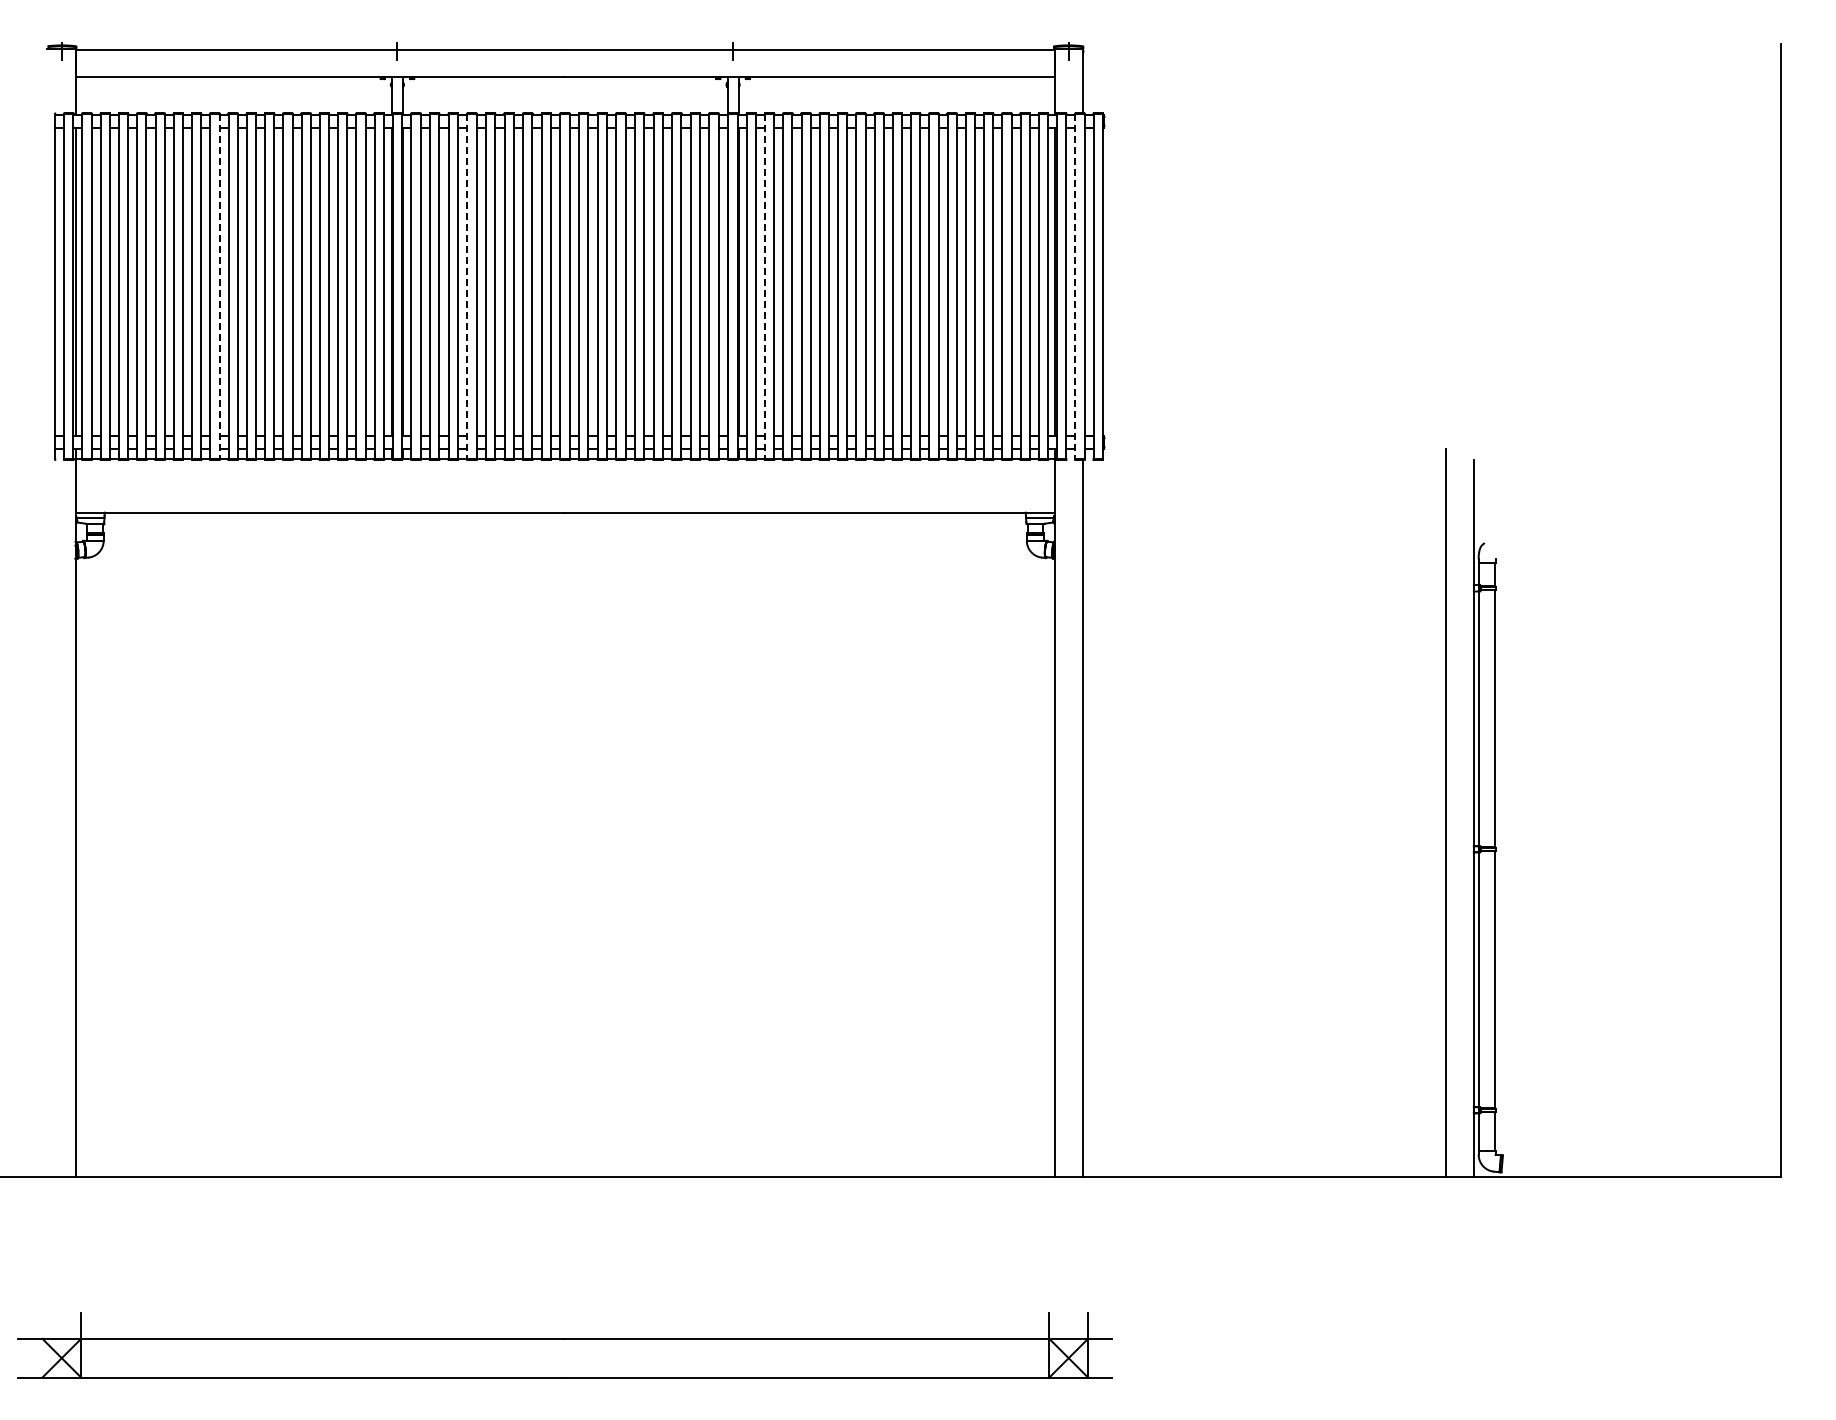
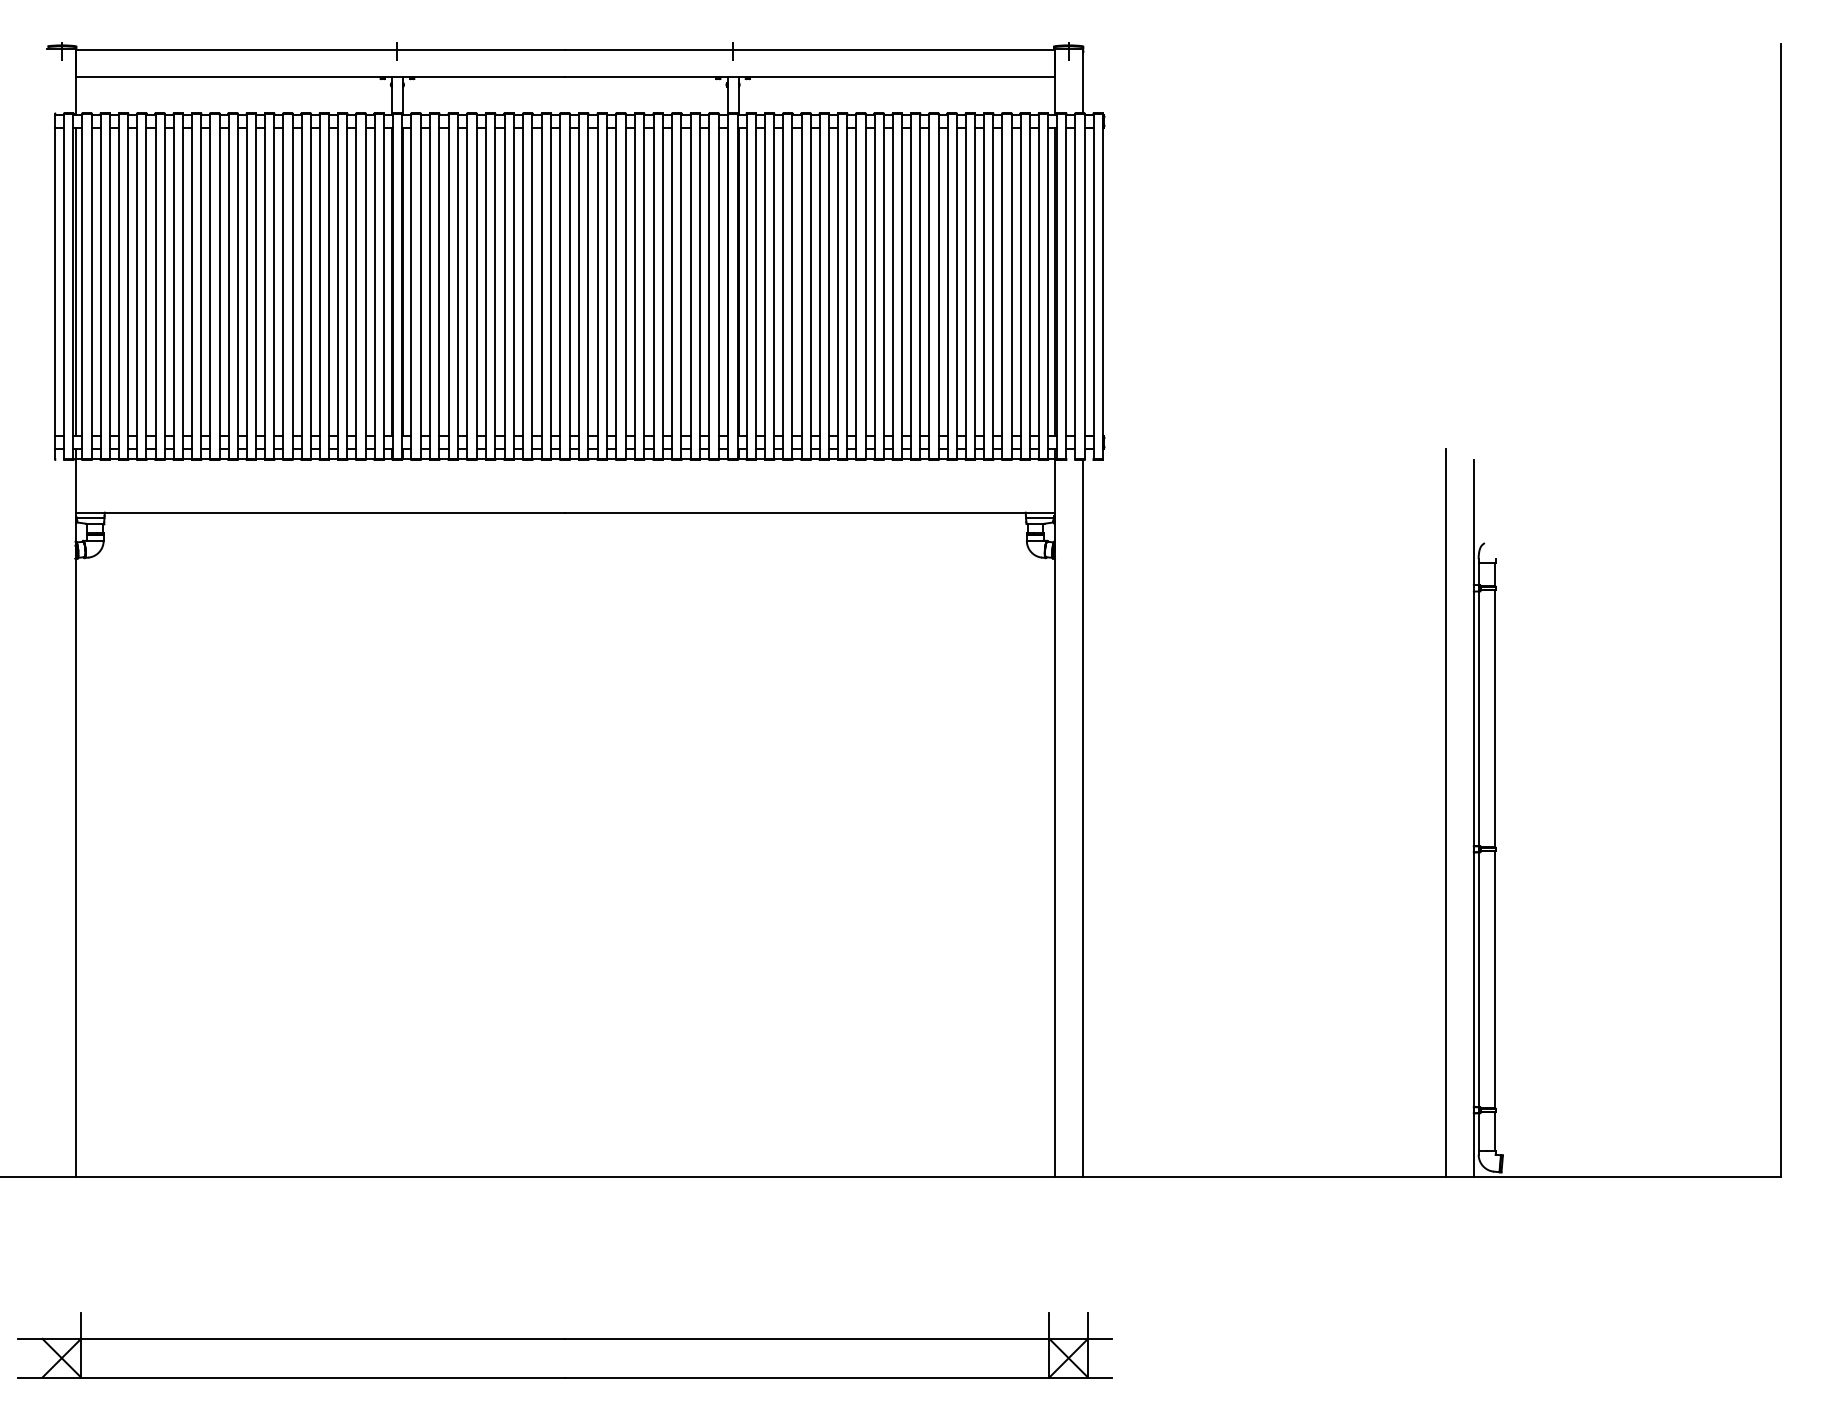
line at (219, 287): dashed -> solid
line at (467, 287): dashed -> solid
line at (764, 287): dashed -> solid
line at (1075, 287): dashed -> solid
